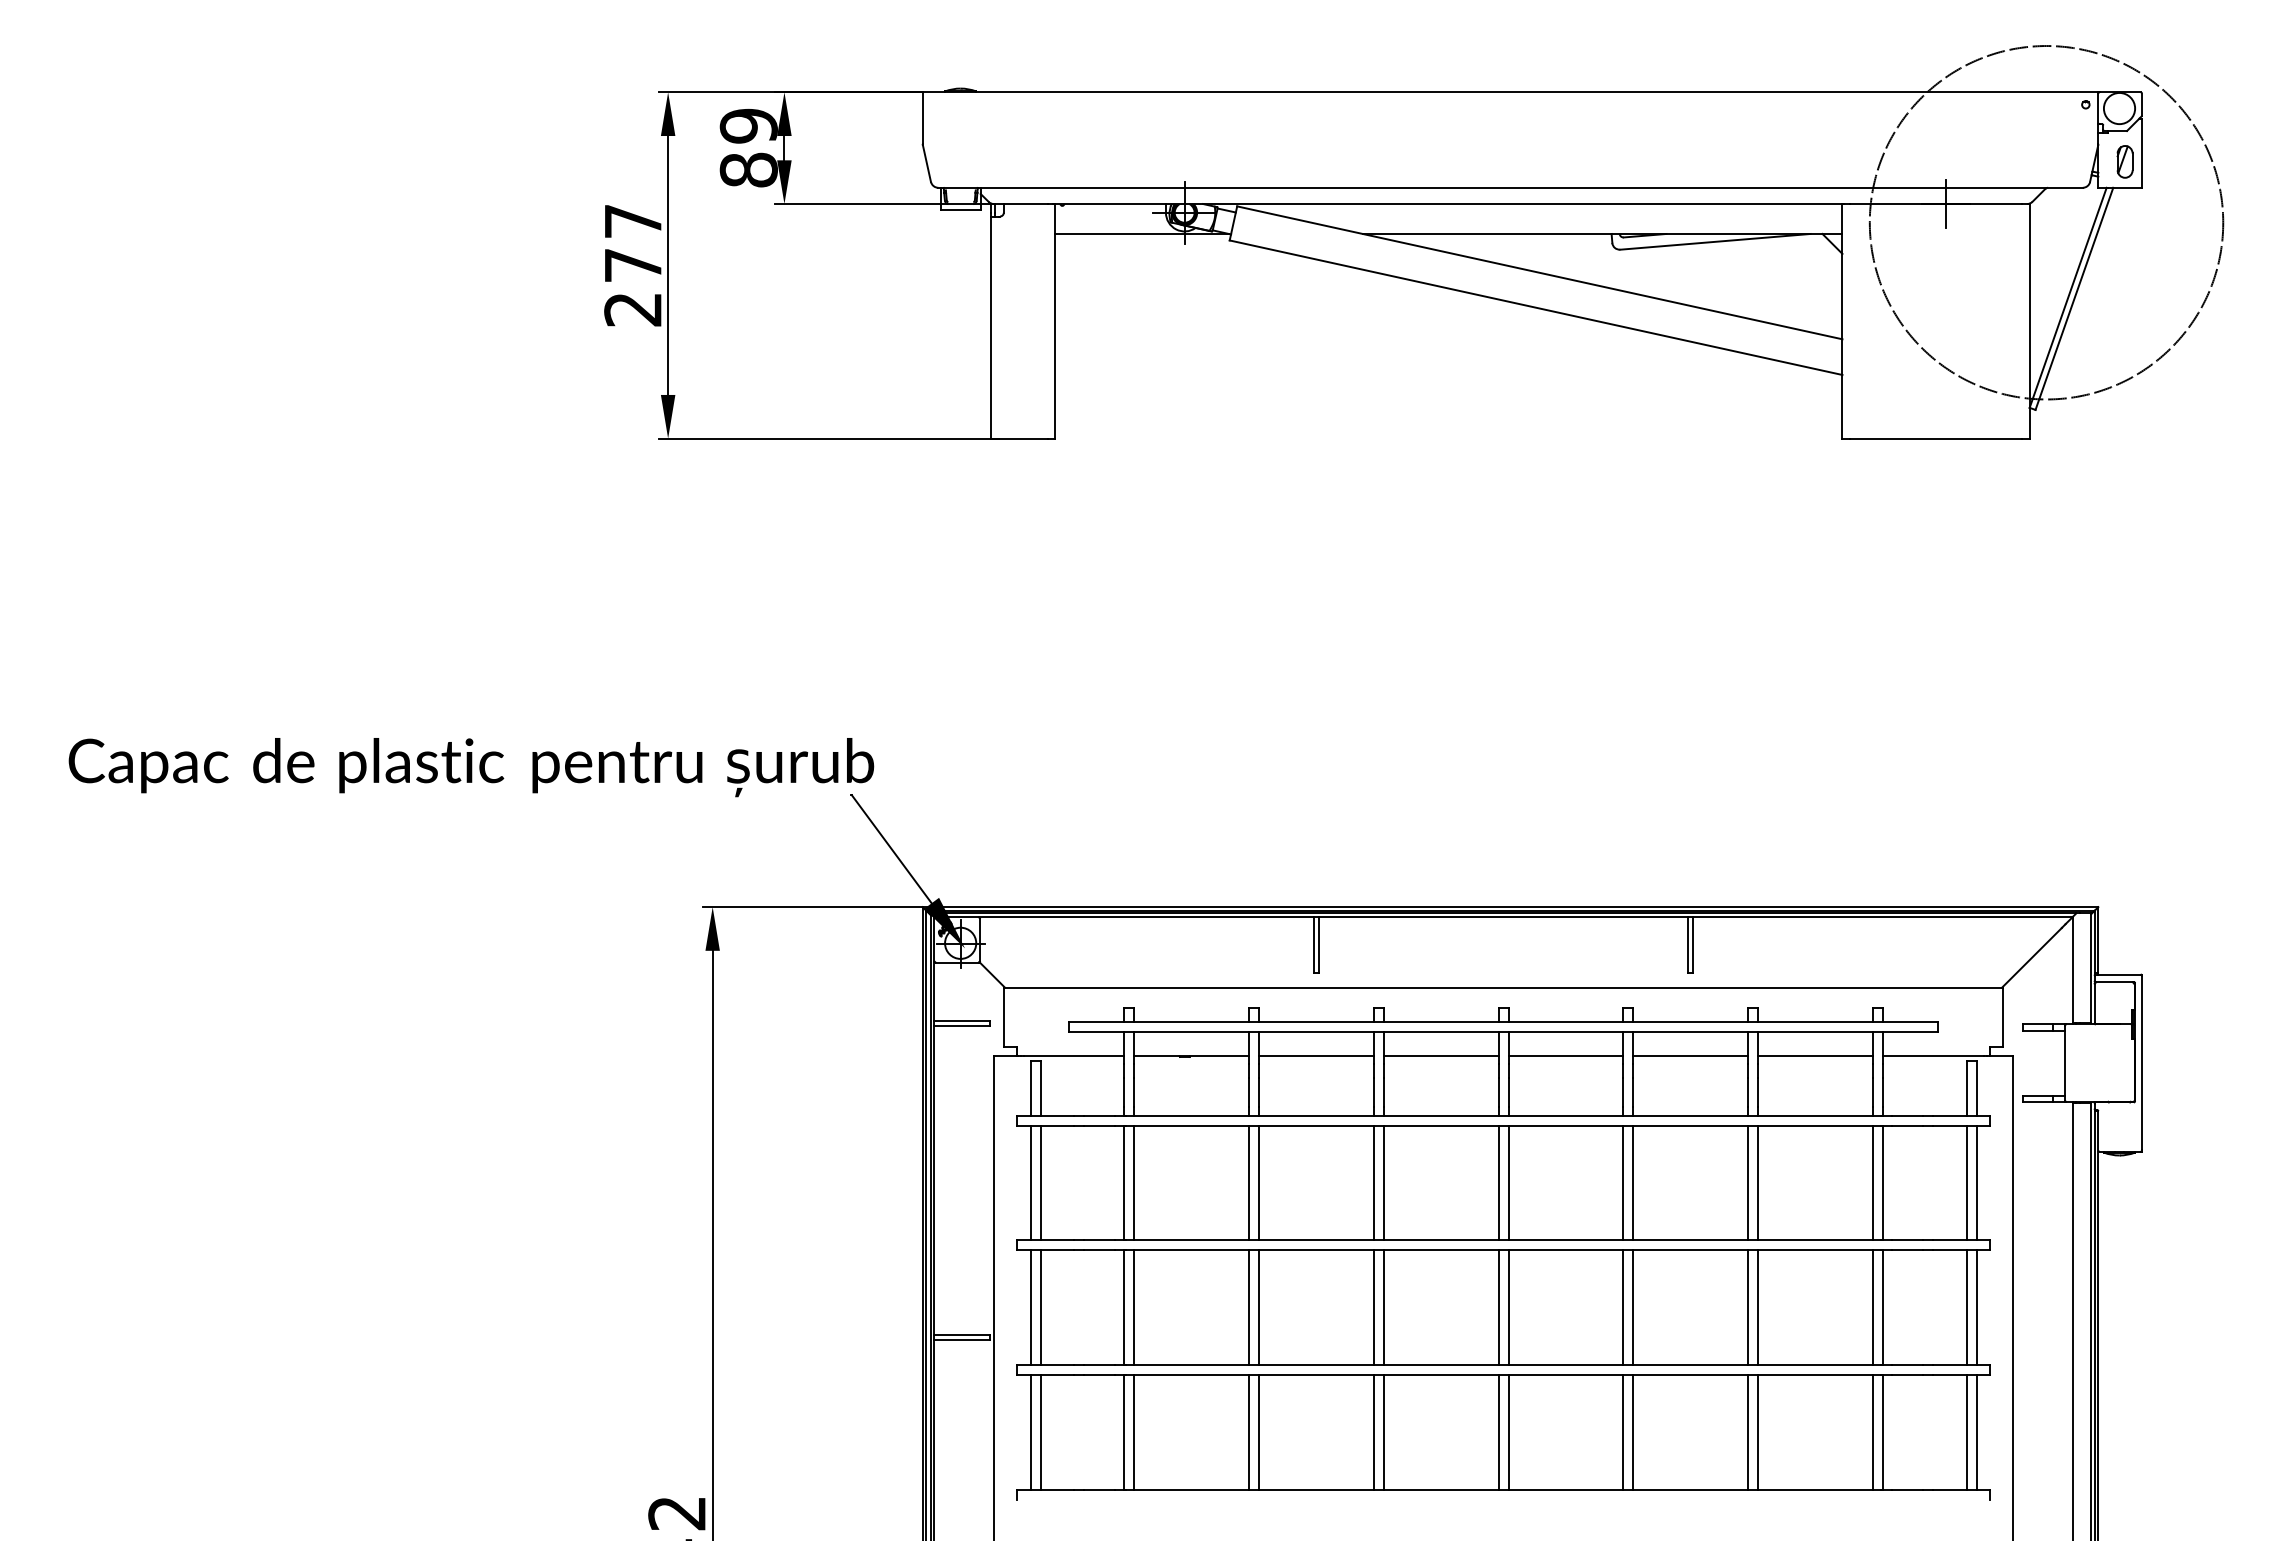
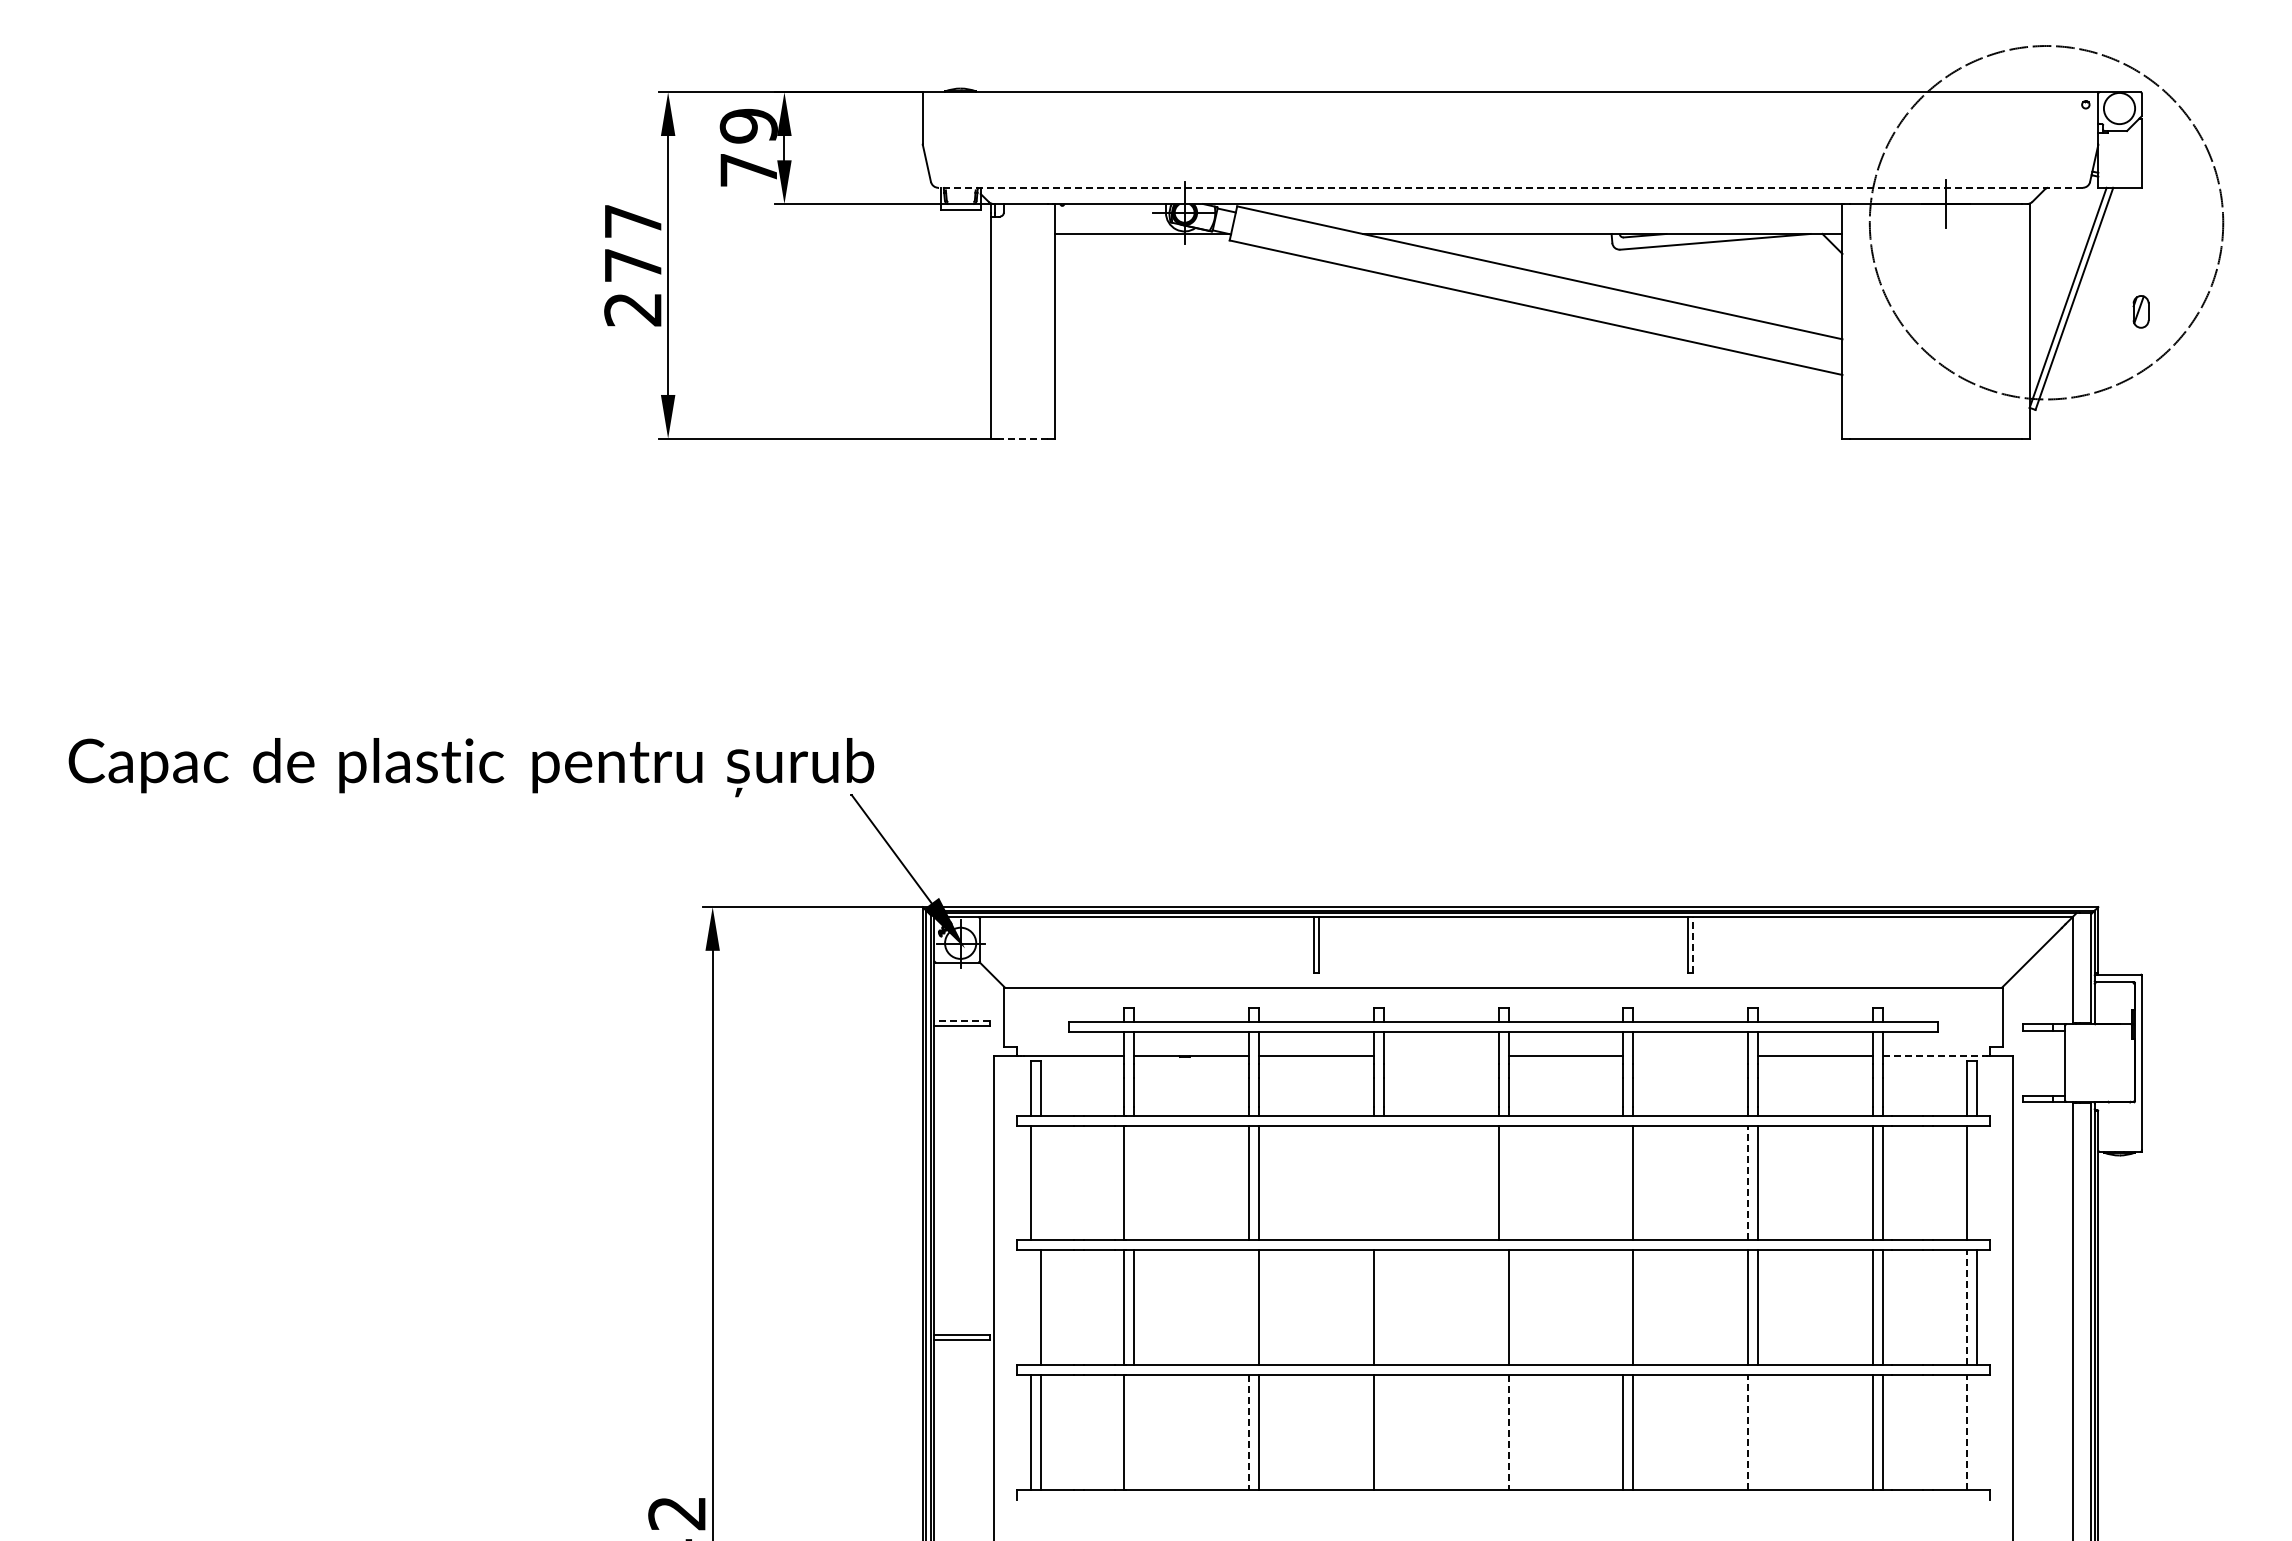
part at (2124, 161) position: (2124, 161) -> (2140, 311)
text at (748, 169): 89 -> 79
line at (1510, 187): solid -> dashed
line at (1022, 438): solid -> dashed
line at (1693, 945): solid -> dashed
line at (962, 1020): solid -> dashed
line at (1440, 1056): present -> none
line at (1690, 1056): present -> none
line at (1933, 1056): solid -> dashed
line at (1040, 1182): present -> none
line at (1134, 1182): present -> none
line at (1373, 1182): present -> none
line at (1383, 1182): present -> none
line at (1508, 1182): present -> none
line at (1623, 1182): present -> none
line at (1748, 1182): solid -> dashed
line at (1976, 1182): present -> none
line at (1030, 1307): present -> none
line at (1248, 1307): present -> none
line at (1383, 1307): present -> none
line at (1498, 1307): present -> none
line at (1623, 1307): present -> none
line at (1966, 1307): solid -> dashed
line at (1134, 1432): present -> none
line at (1383, 1432): present -> none
line at (1498, 1432): present -> none
line at (1748, 1432): solid -> dashed
line at (1758, 1432): present -> none
line at (1966, 1432): solid -> dashed
line at (1976, 1432): present -> none
line at (1248, 1433): solid -> dashed
line at (1508, 1433): solid -> dashed
